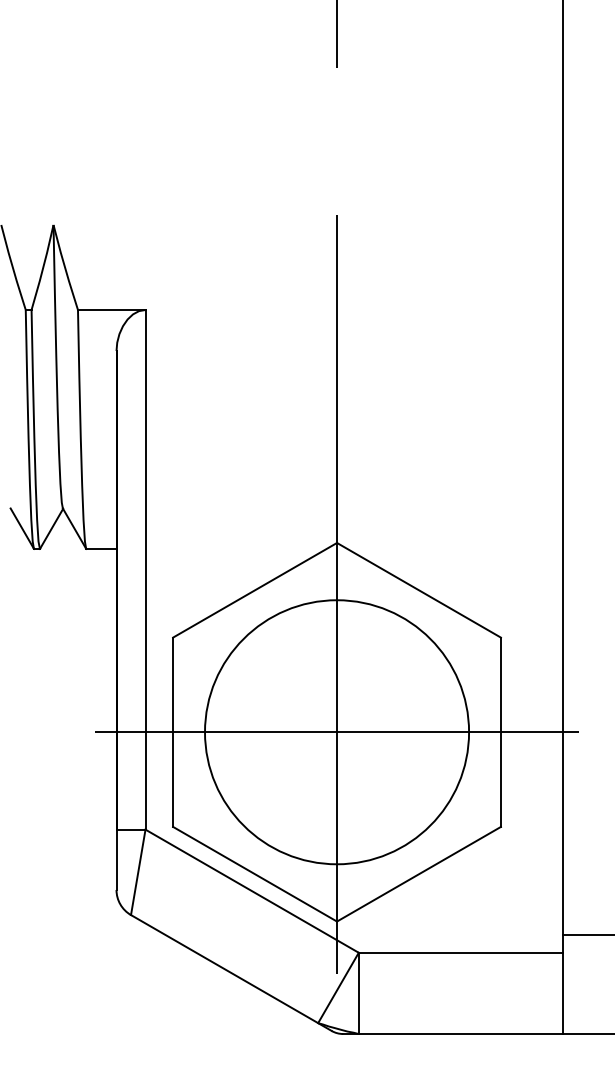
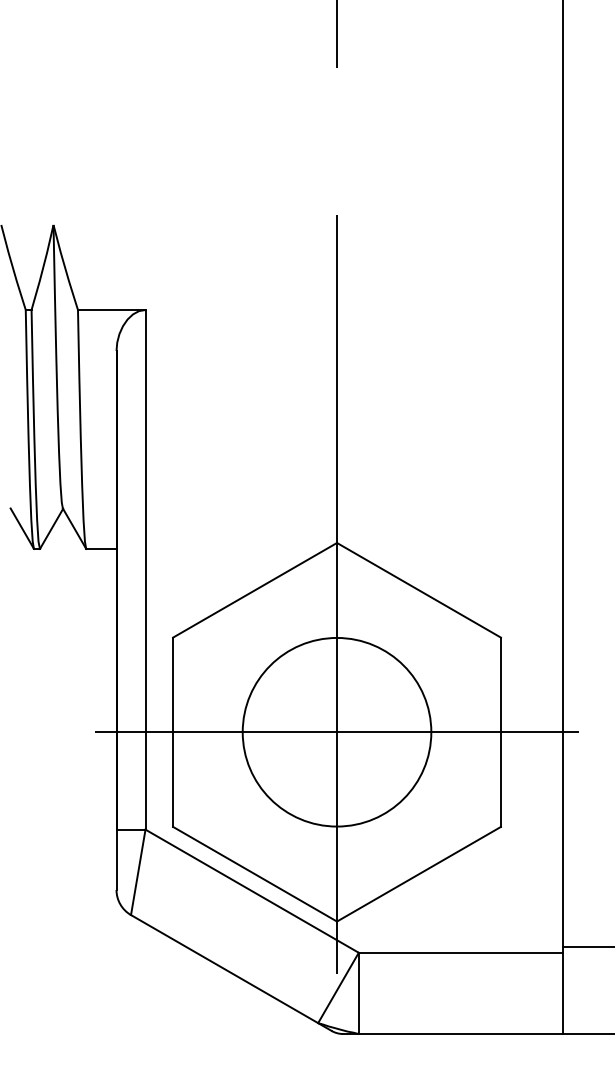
circle at (337, 732) diameter: 264 px -> 189 px
line at (587, 934) position: (587, 934) -> (587, 946)
